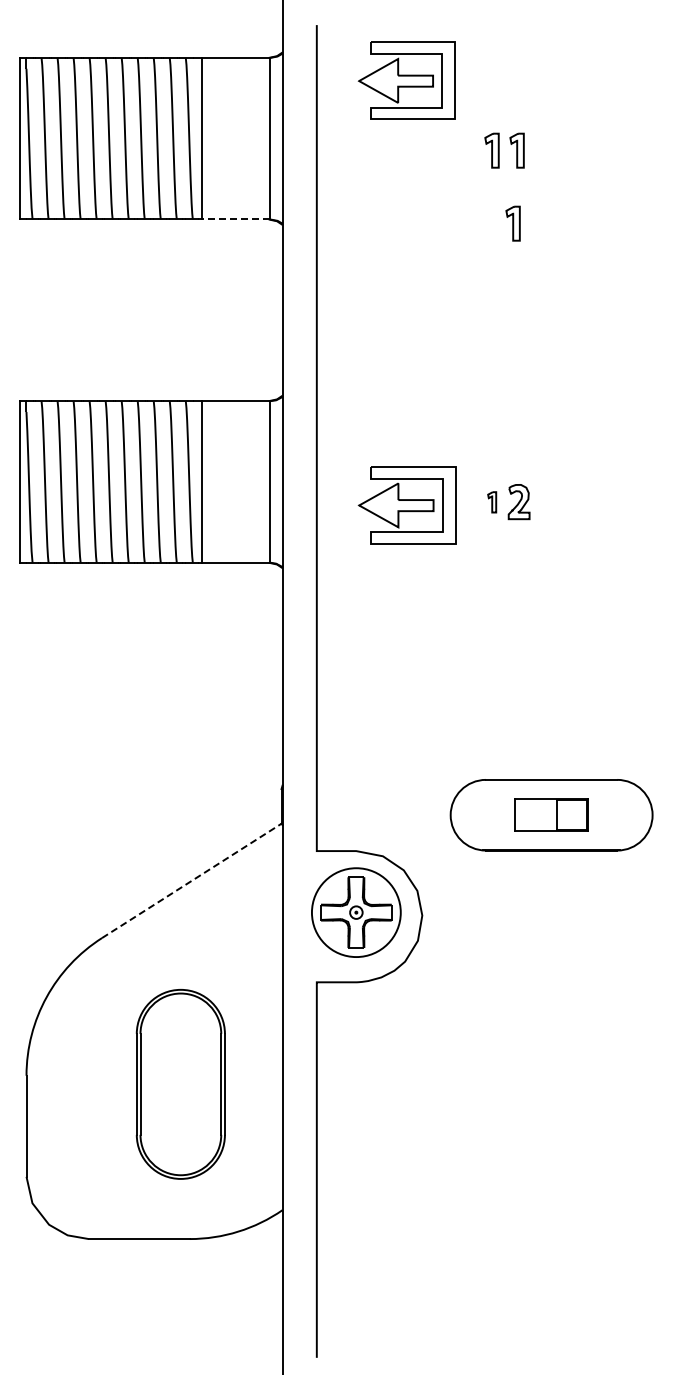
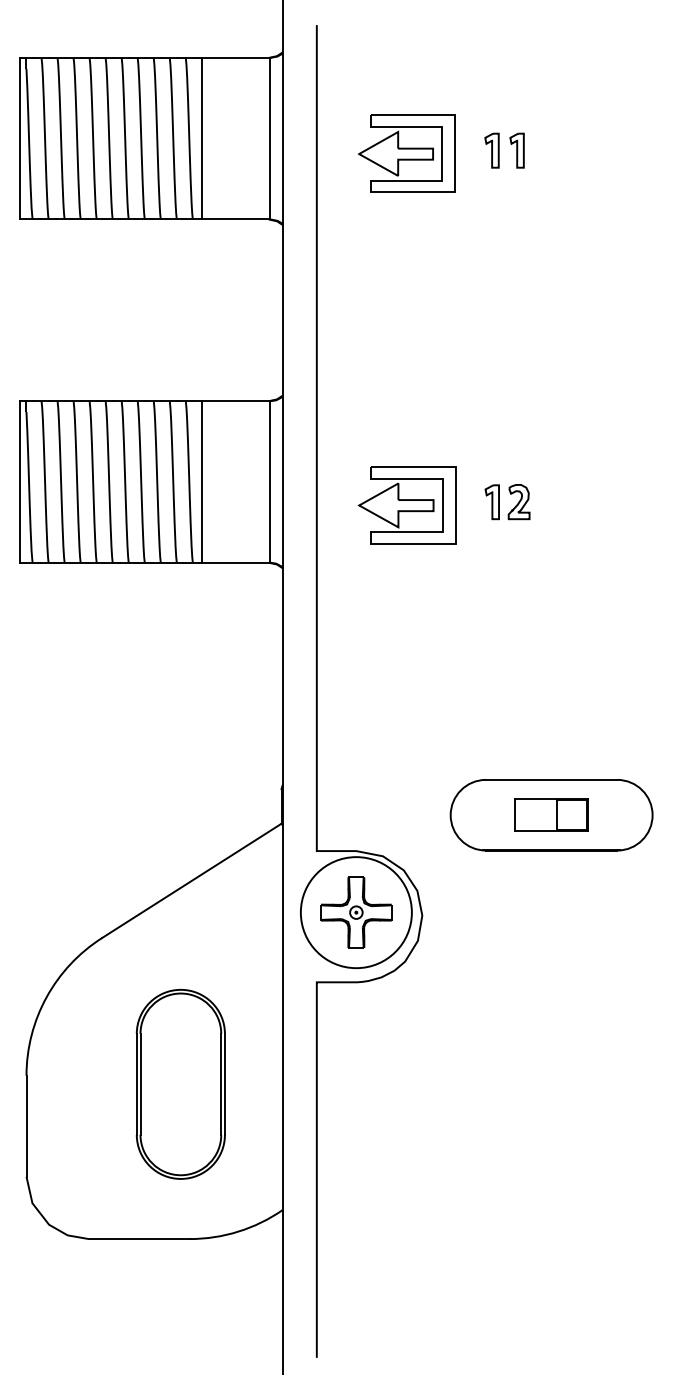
part at (406, 80) position: (406, 80) -> (406, 153)
line at (236, 219): dashed -> solid
part at (512, 223): present -> none
part at (492, 502) size: 11x23 px -> 16x37 px
line at (192, 880): dashed -> solid
circle at (355, 912) diameter: 89 px -> 111 px
